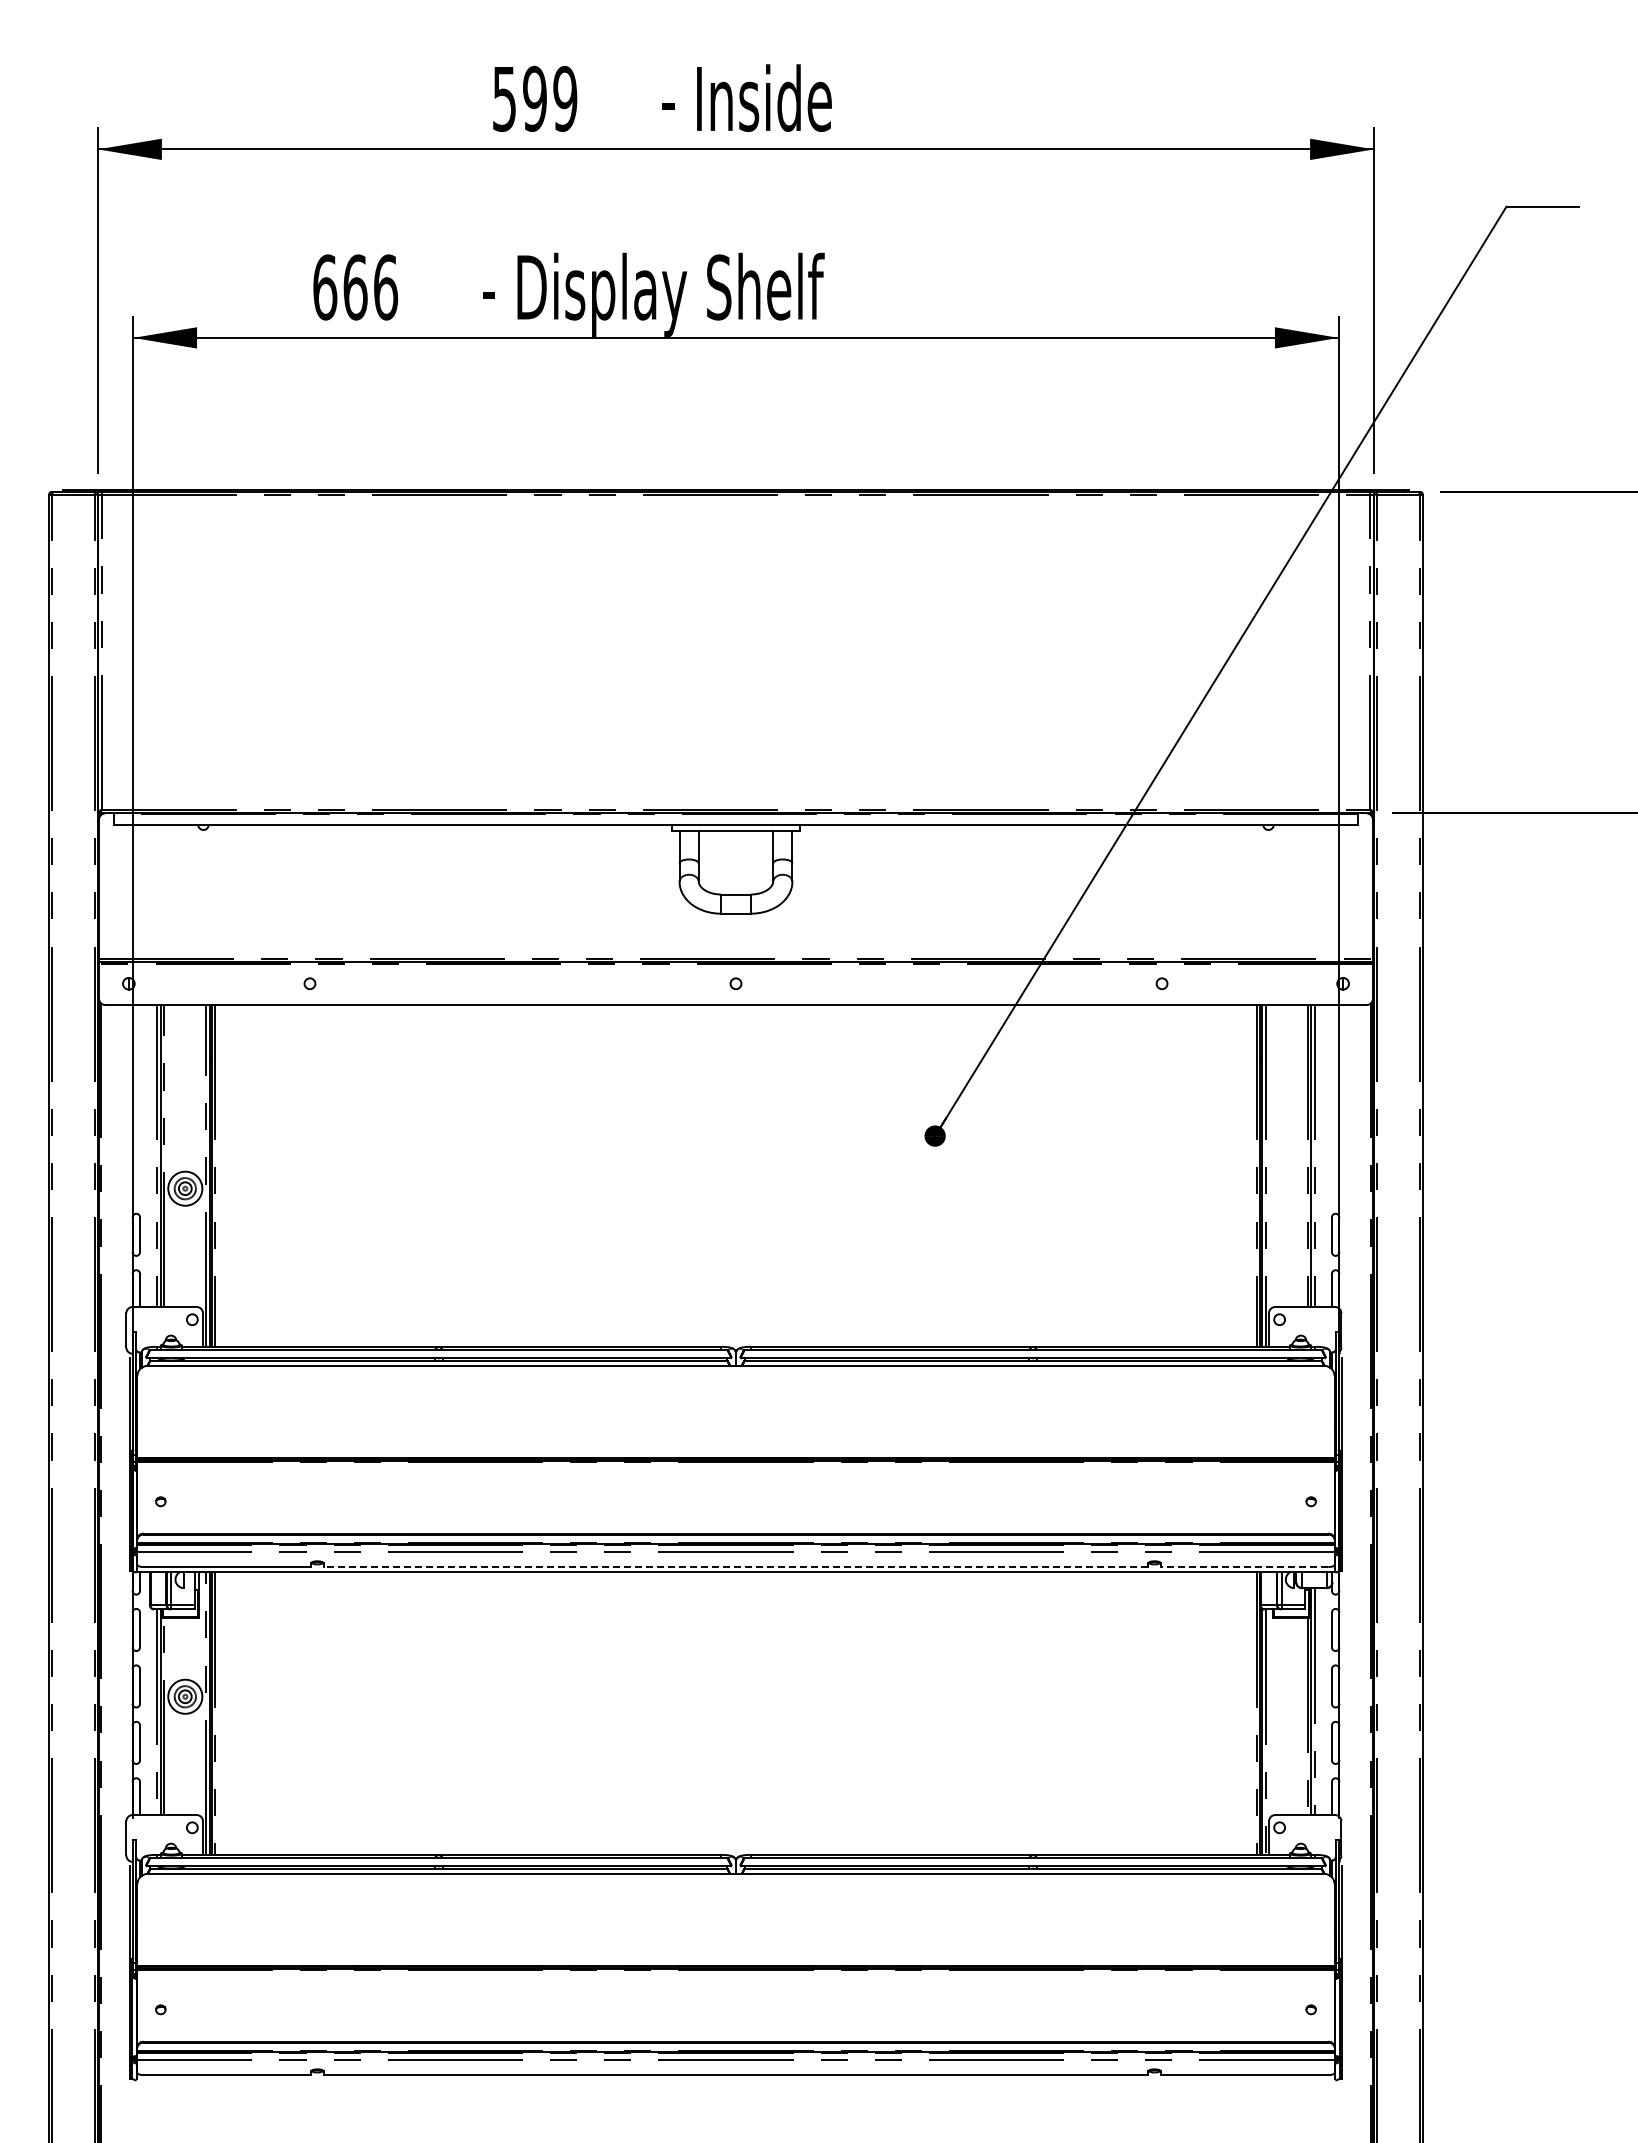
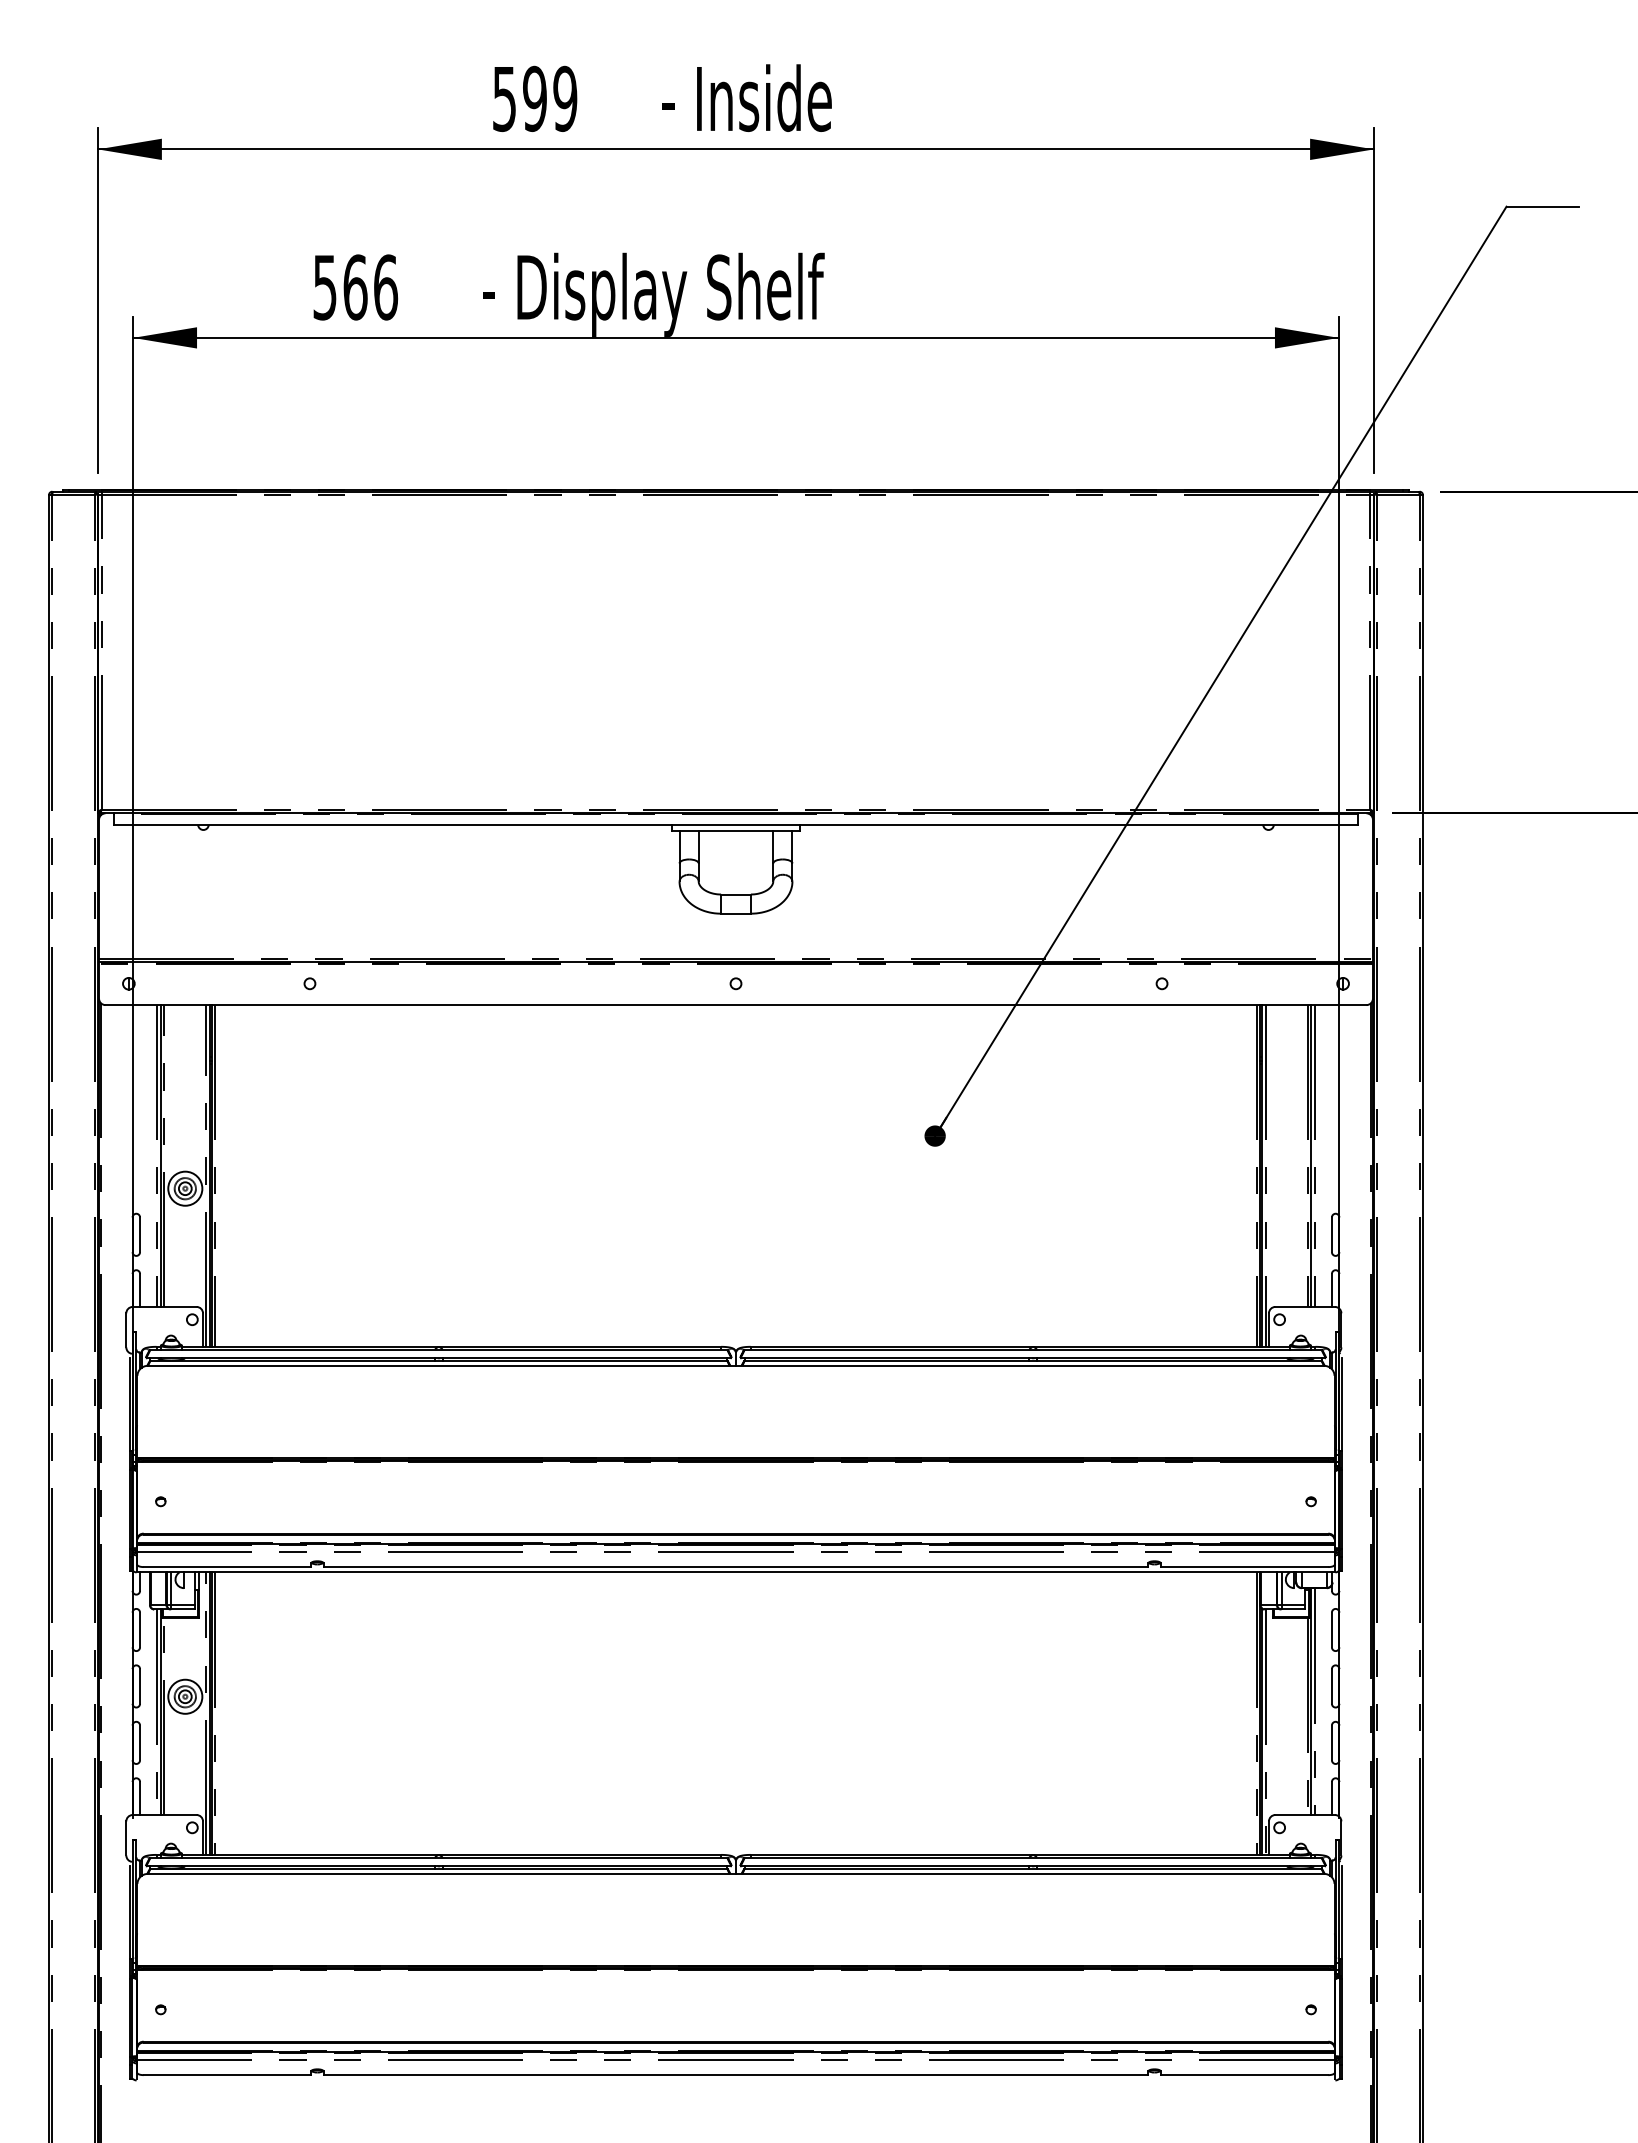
text at (325, 287): 666 -> 566
line at (735, 1567): dashed -> solid
line at (1244, 1567): dashed -> solid
